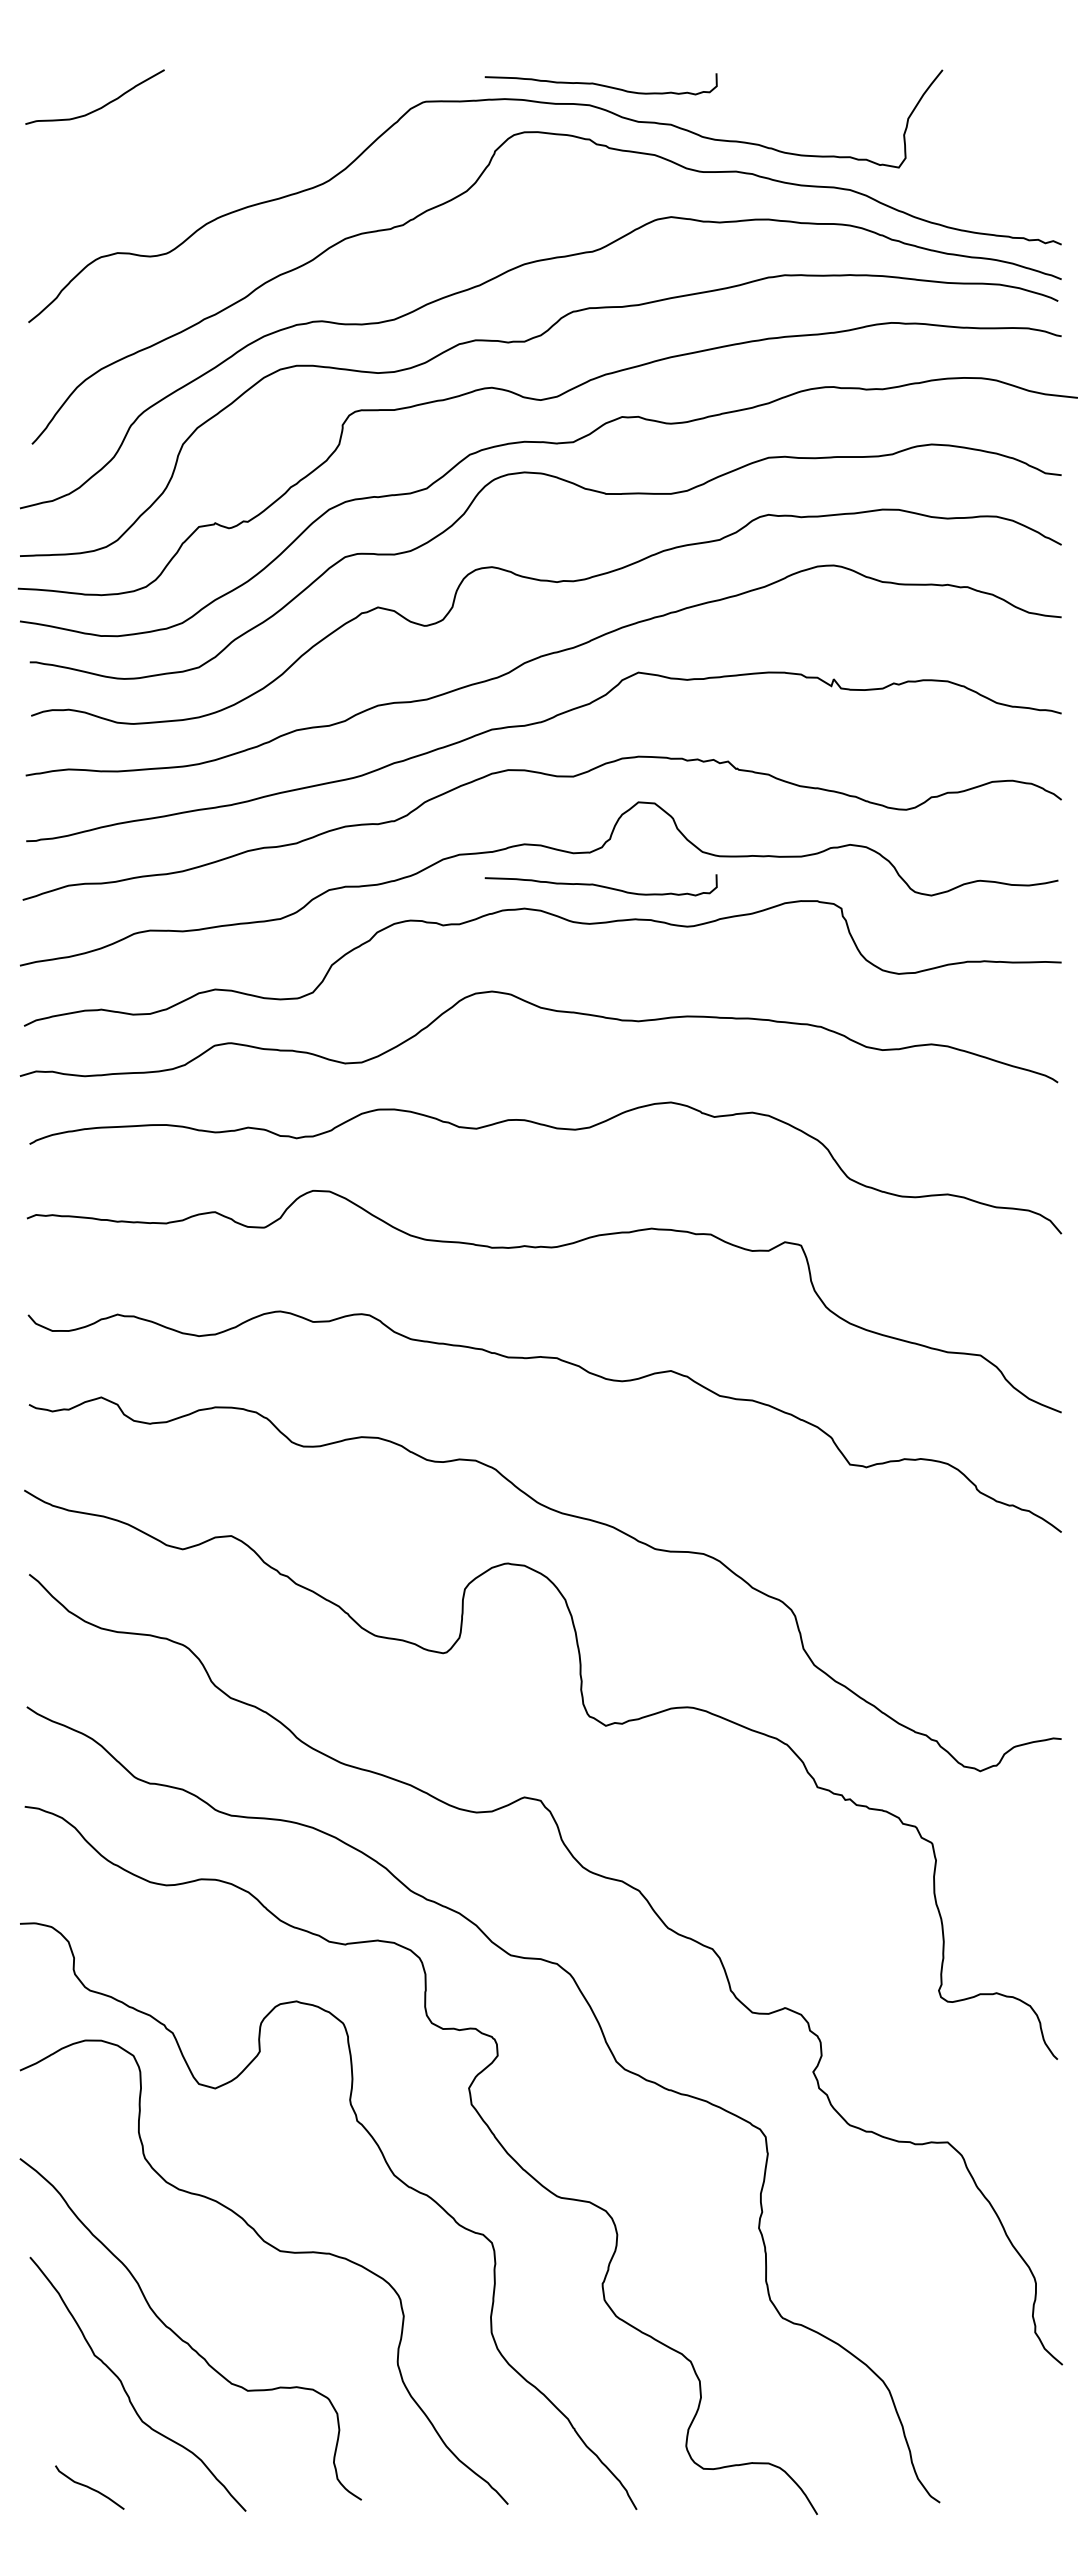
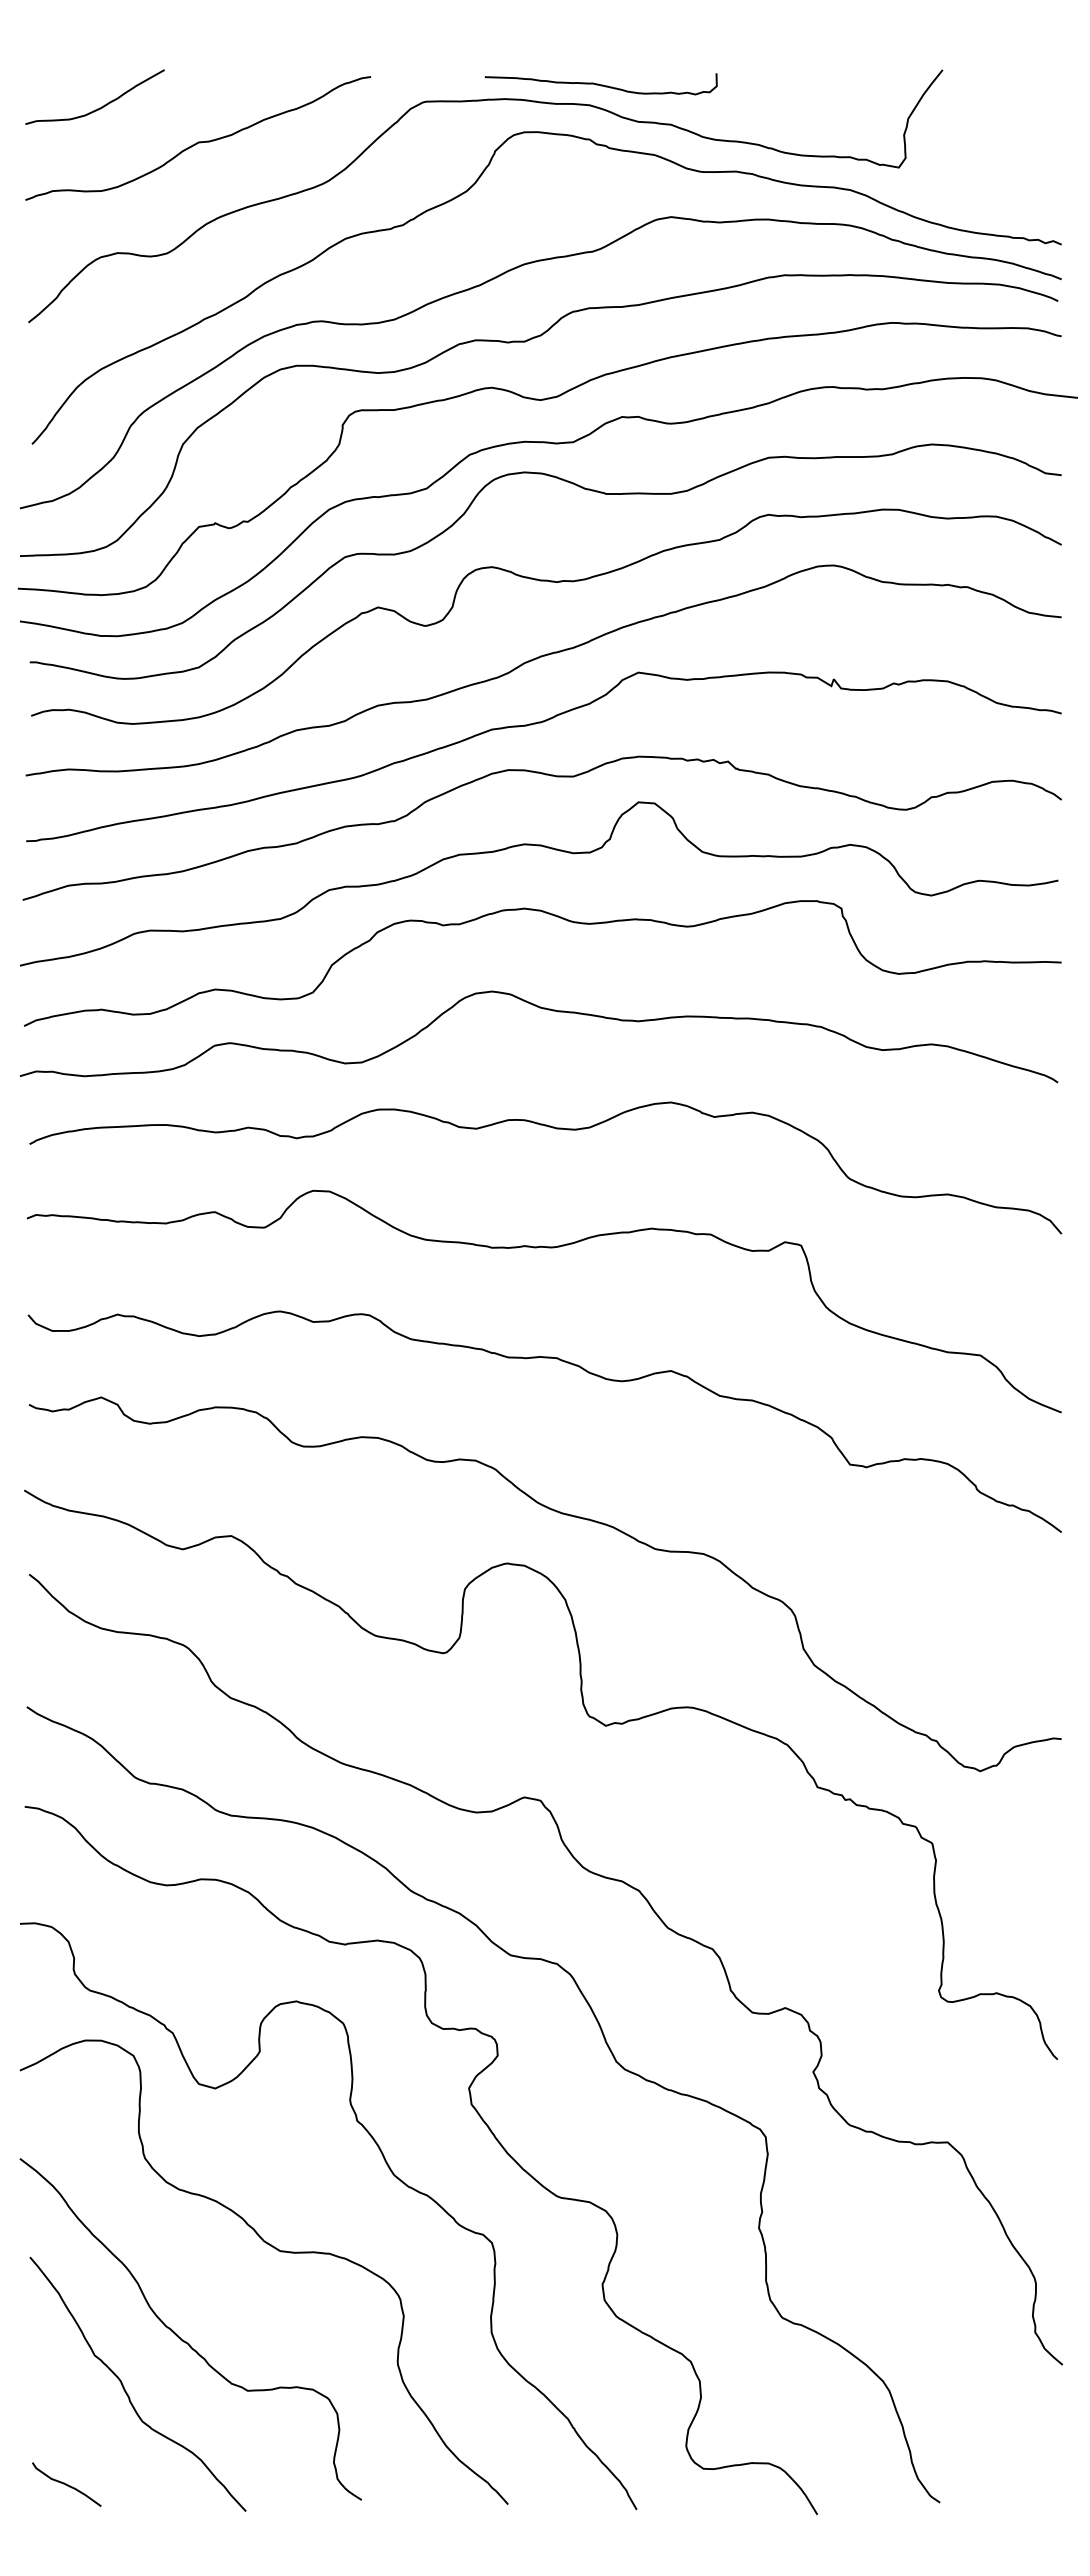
curve at (198, 141): none -> present
curve at (600, 885): present -> none
curve at (89, 2487) position: (89, 2487) -> (66, 2484)
